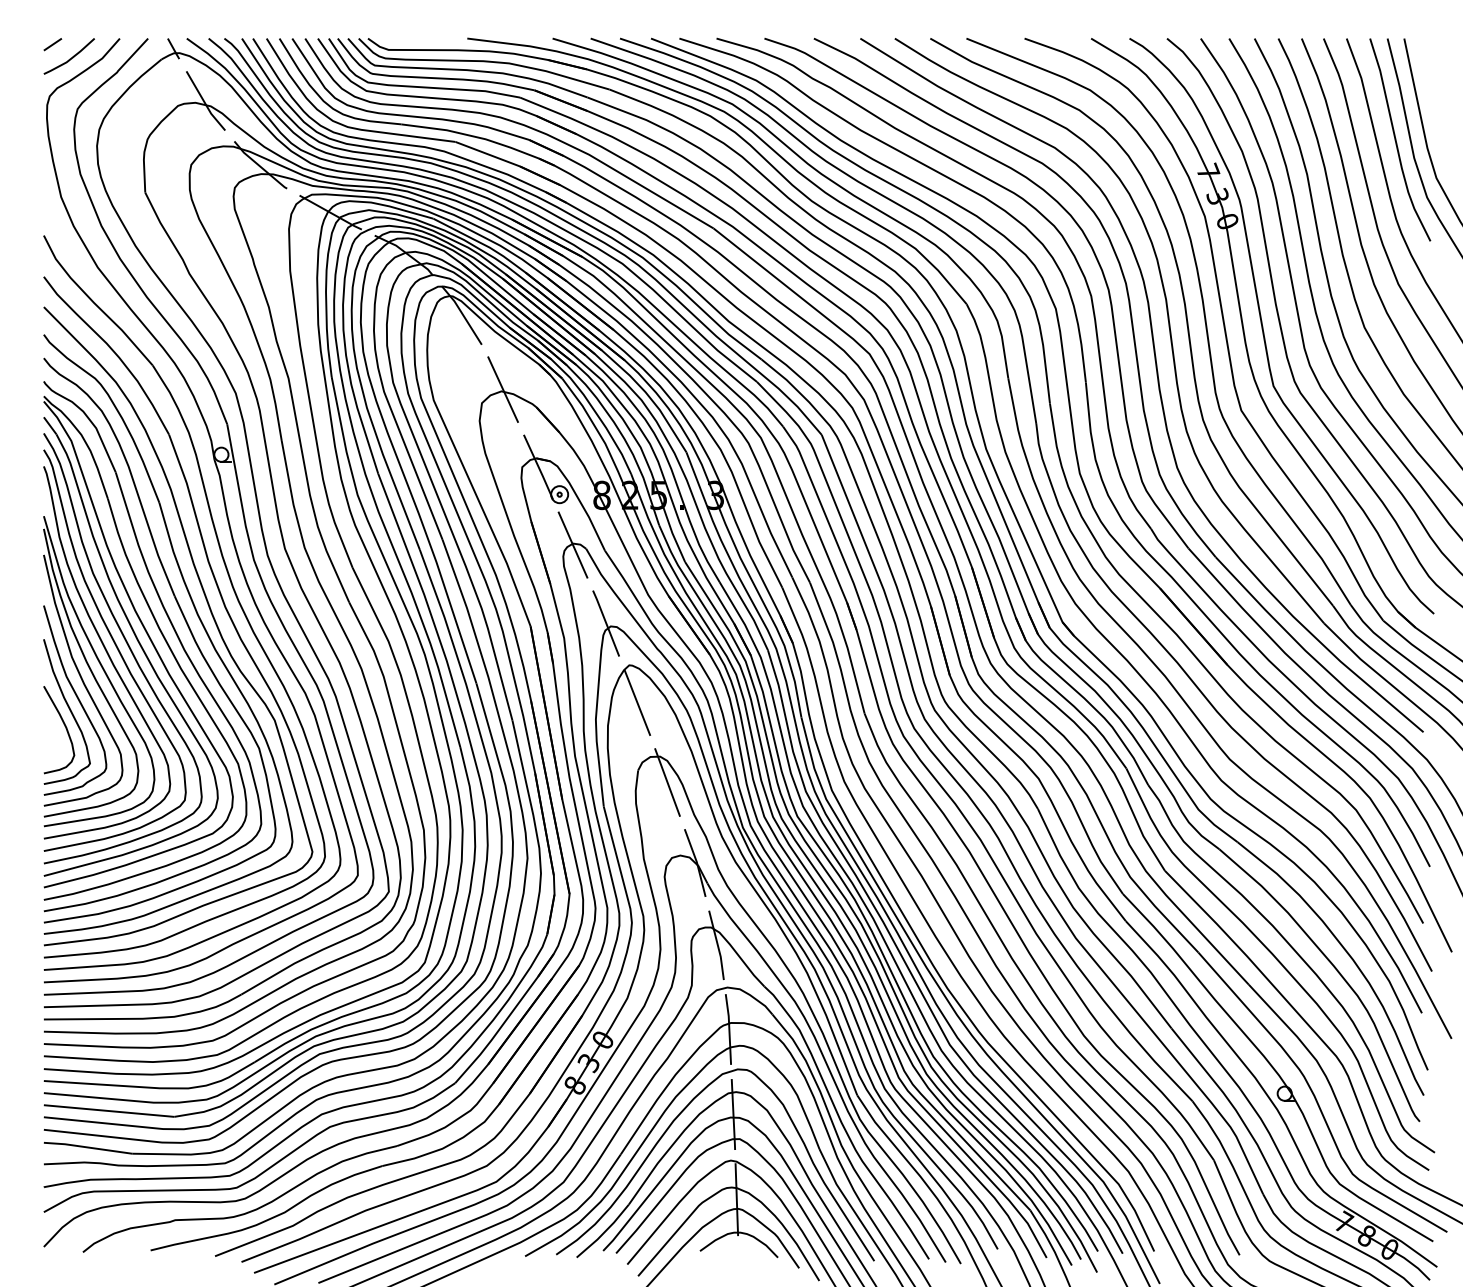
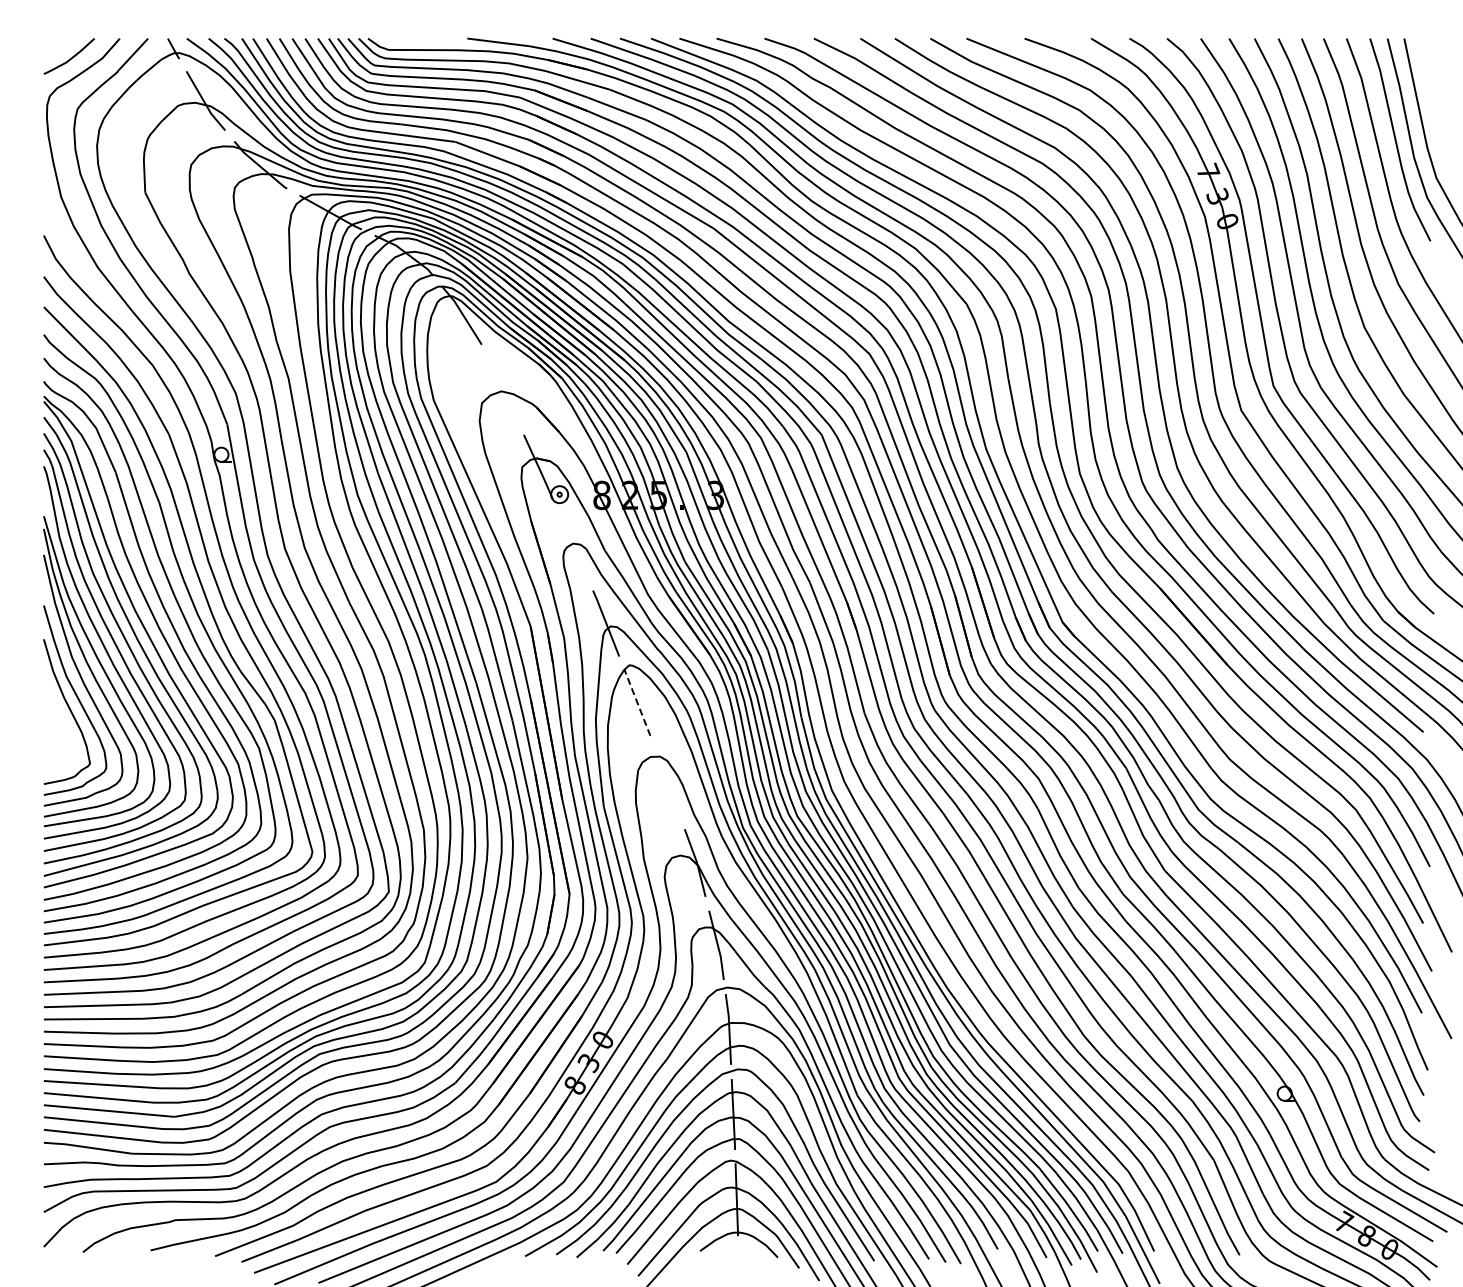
line at (52, 44): present -> none
line at (502, 389): present -> none
line at (572, 544): present -> none
line at (637, 703): solid -> dashed
curve at (65, 728): present -> none
line at (667, 782): present -> none
